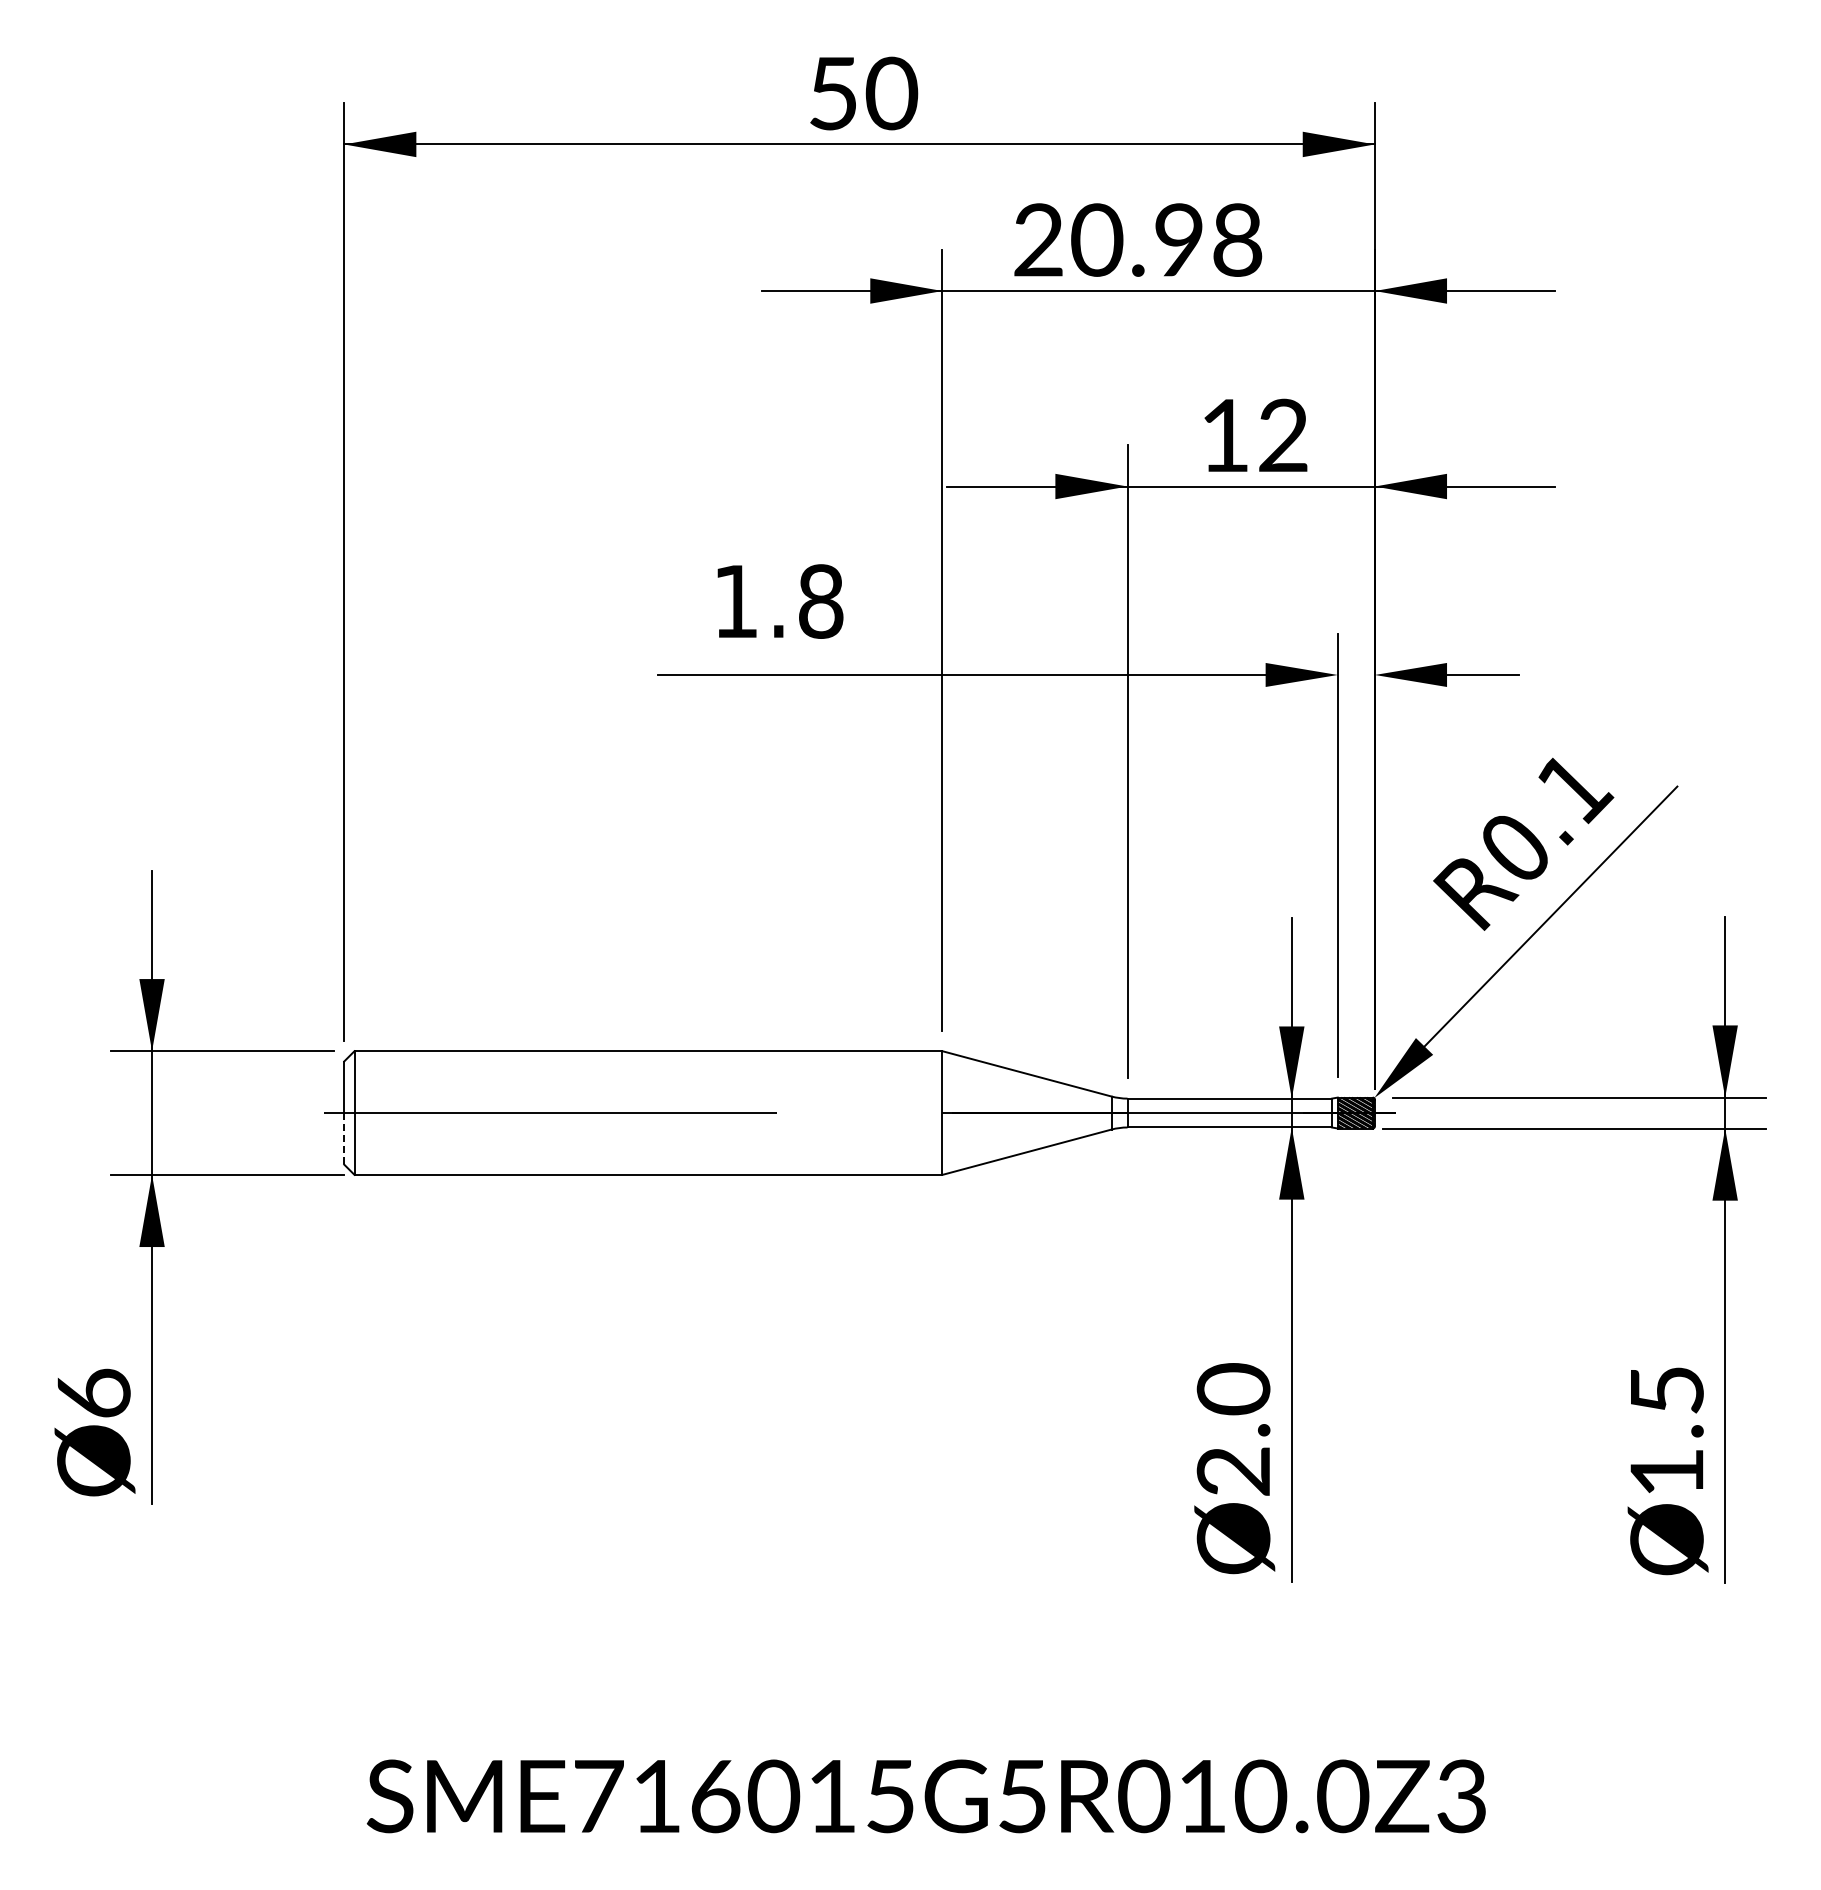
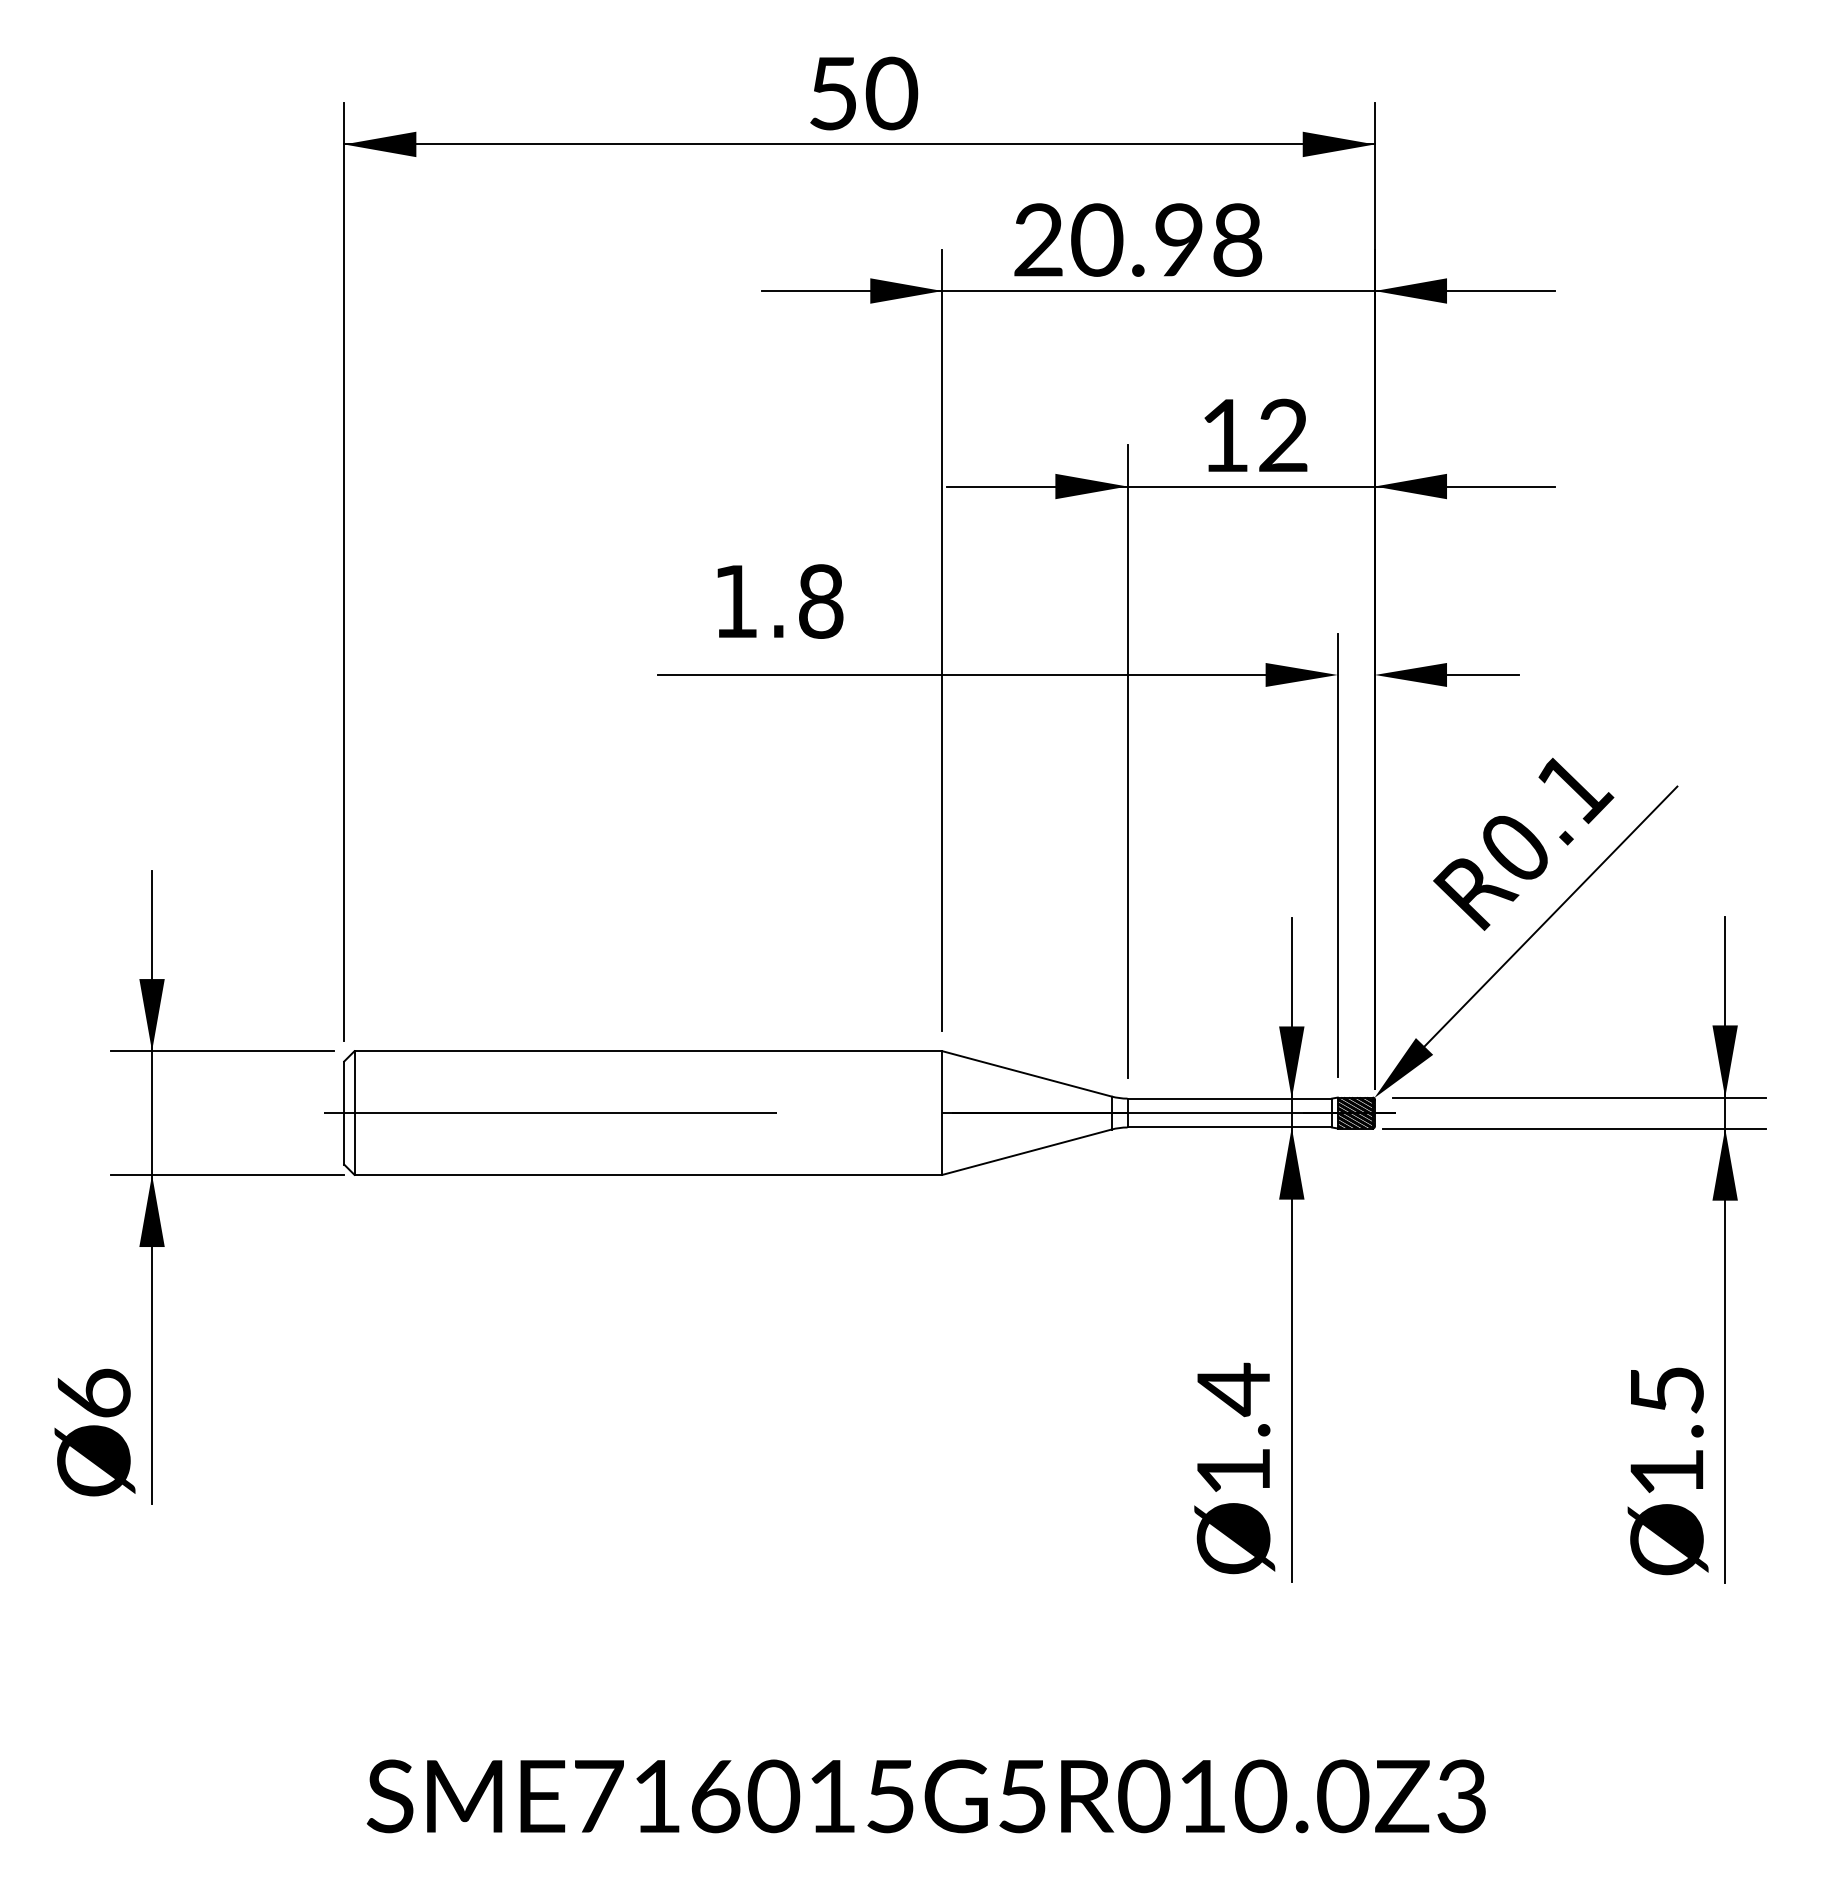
line at (344, 1138): dashed -> solid
text at (1233, 1428): 2.0 -> 1.4
